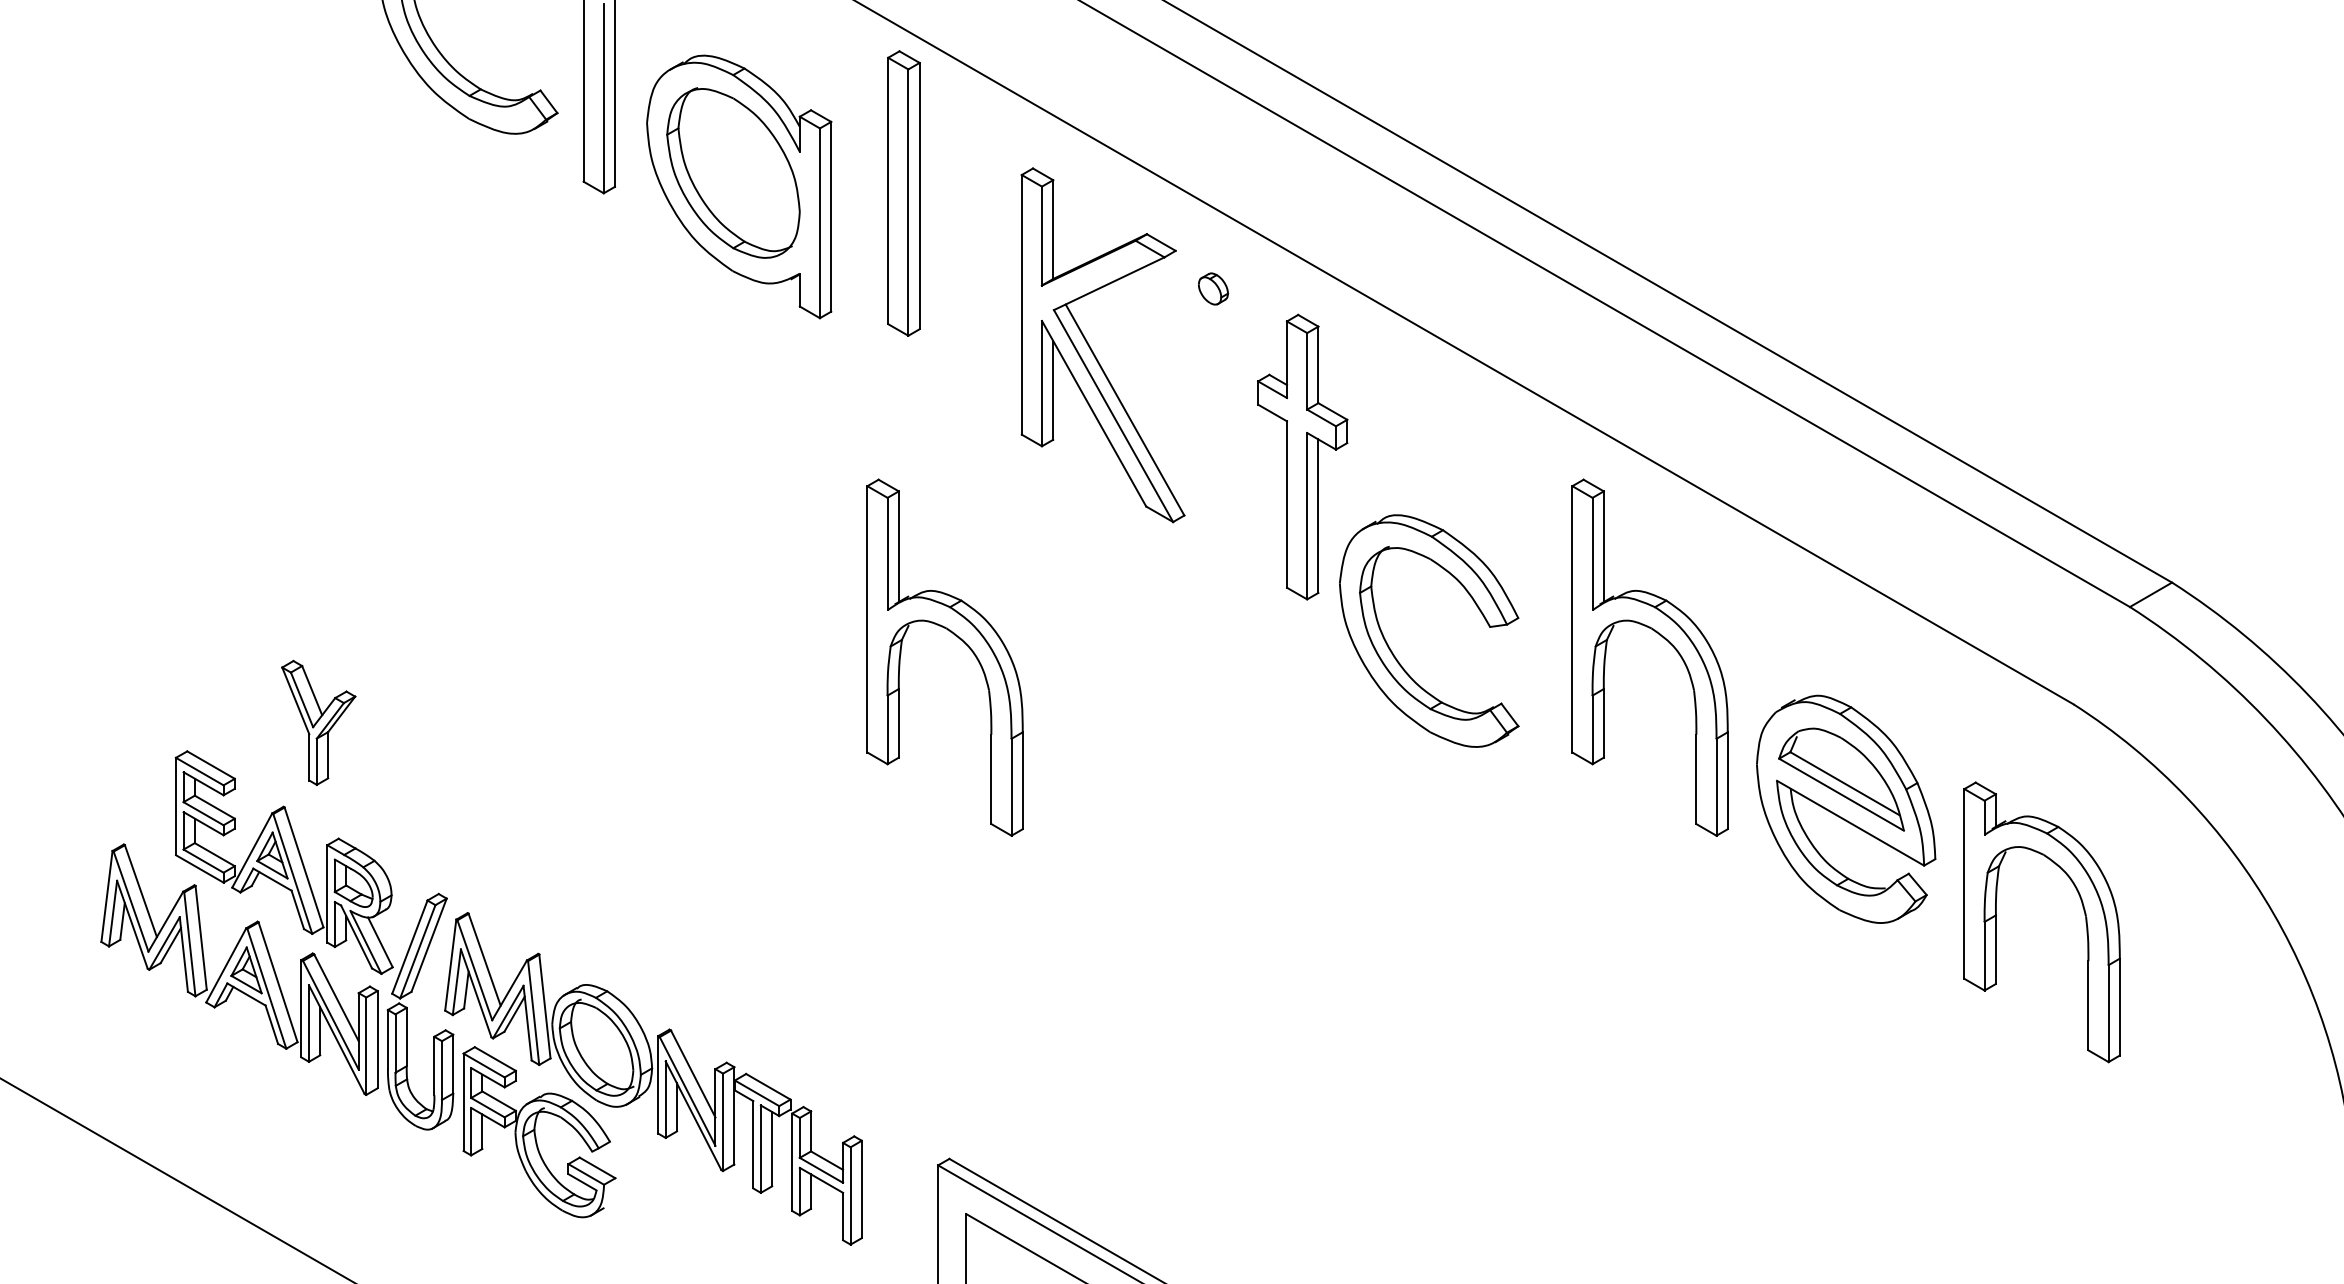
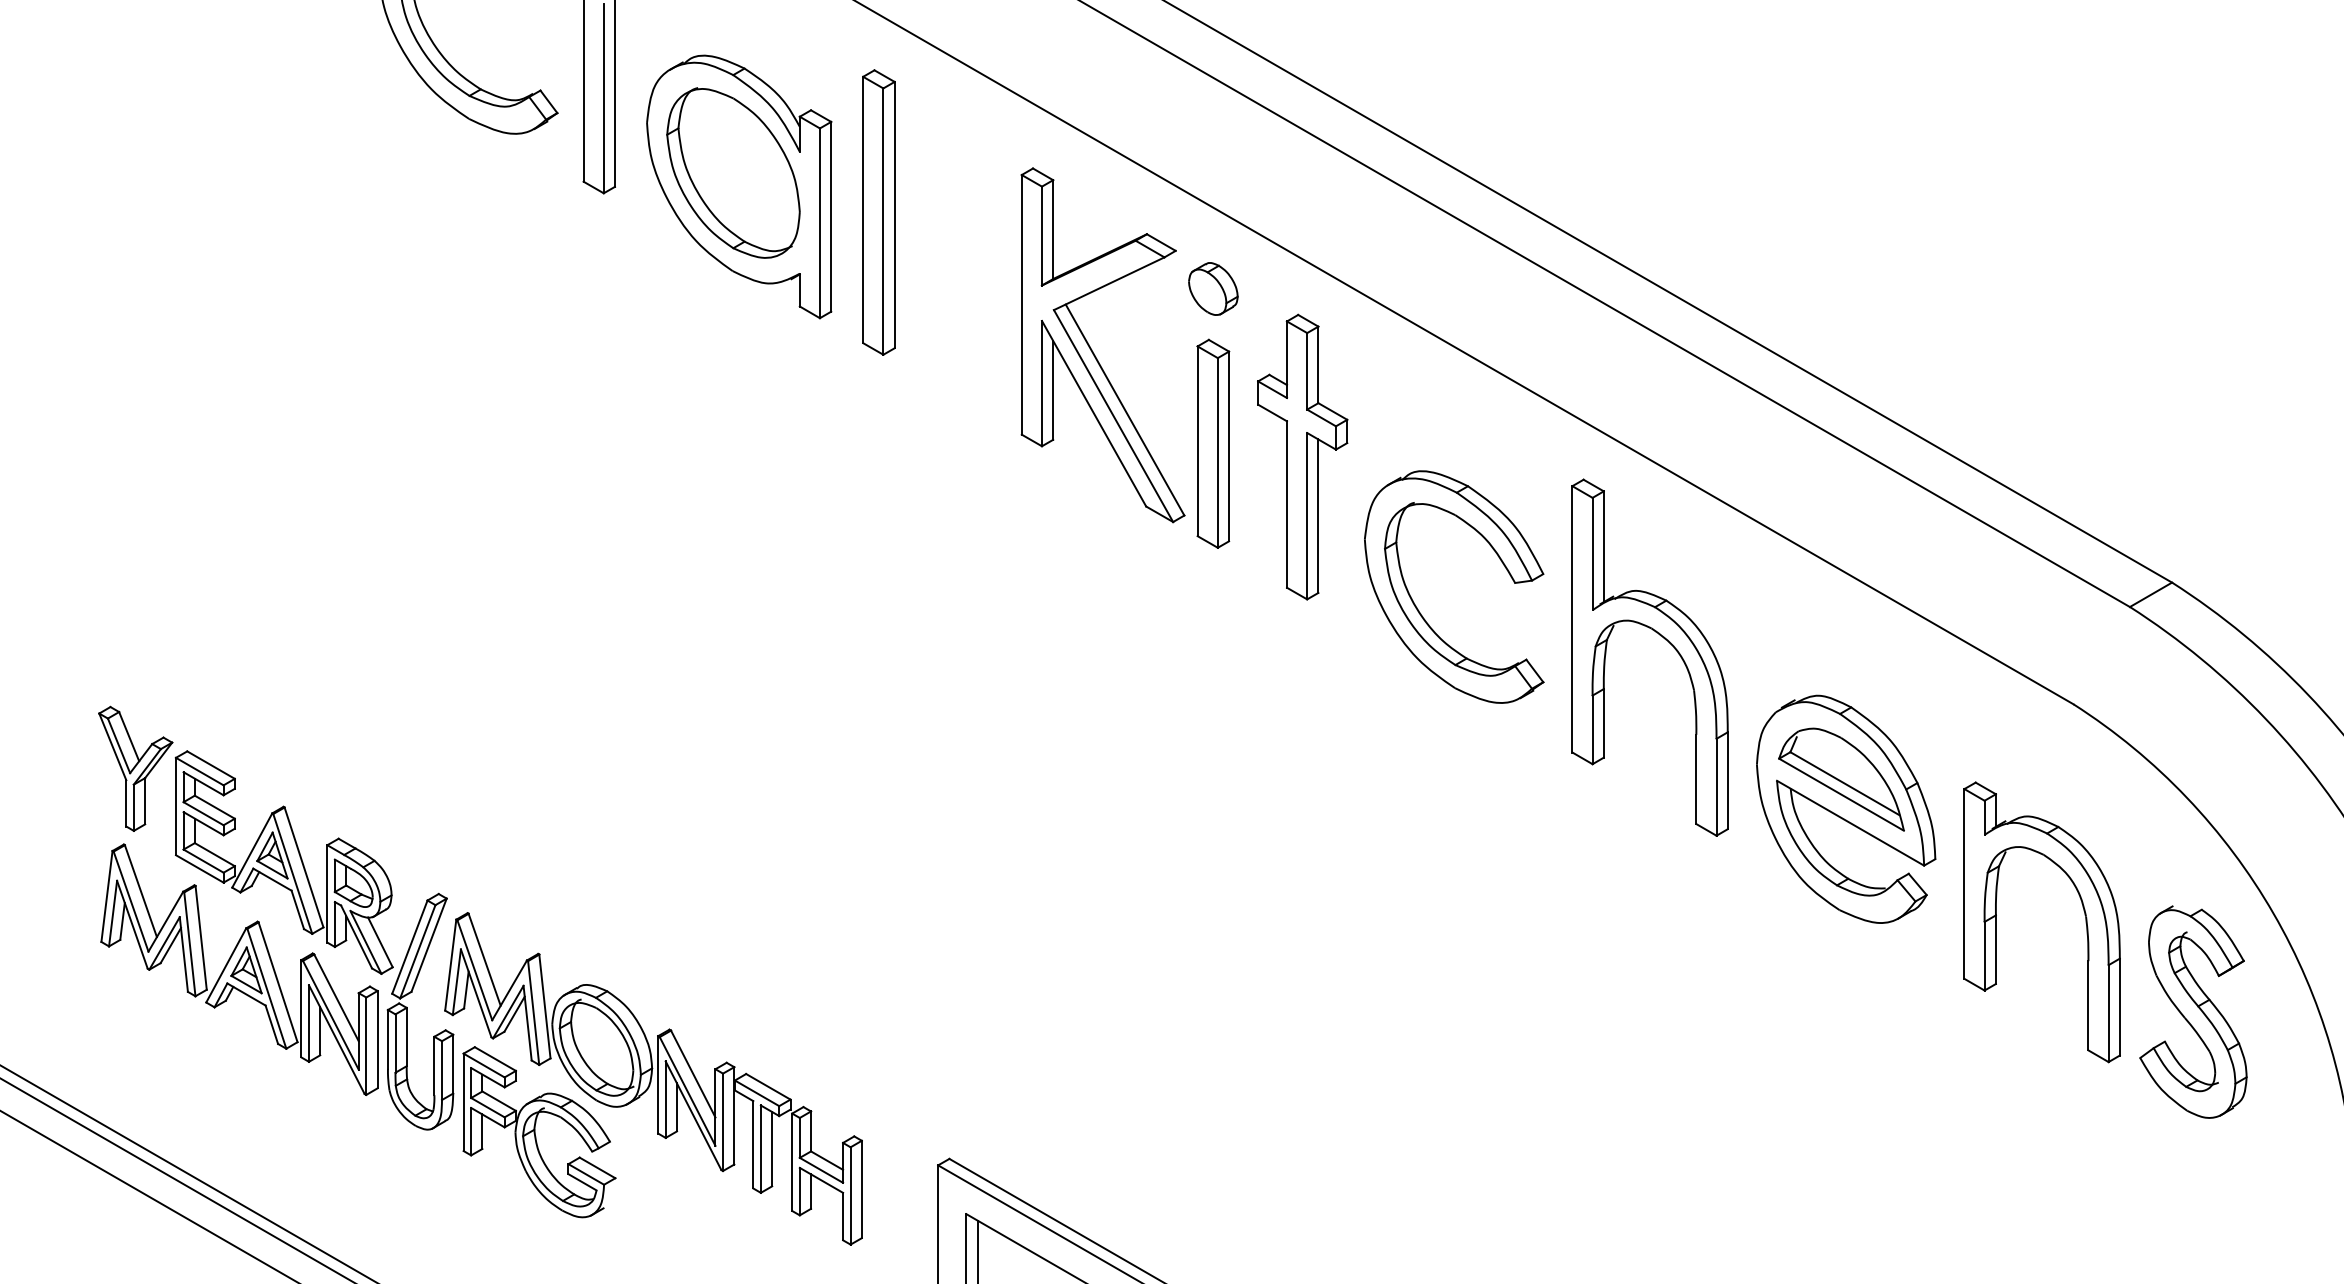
part at (903, 193) position: (903, 193) -> (878, 212)
part at (1213, 288) size: 31x34 px -> 51x54 px
part at (1213, 443): none -> present
part at (960, 640): present -> none
part at (1394, 654) position: (1394, 654) -> (1419, 610)
part at (318, 722) position: (318, 722) -> (135, 768)
part at (2193, 1011): none -> present
line at (187, 1173): none -> present
line at (148, 1196): none -> present
line at (977, 1250): none -> present
